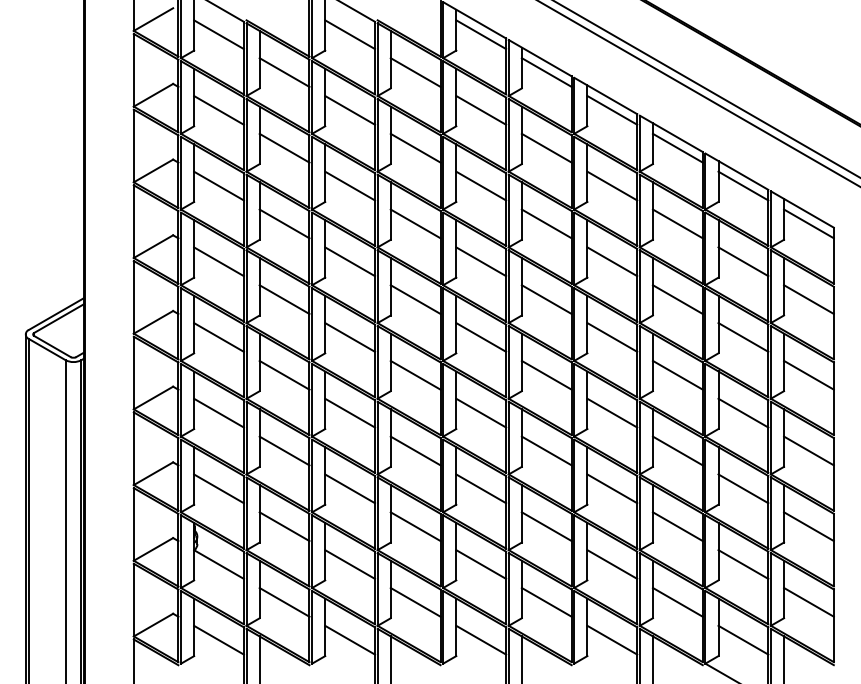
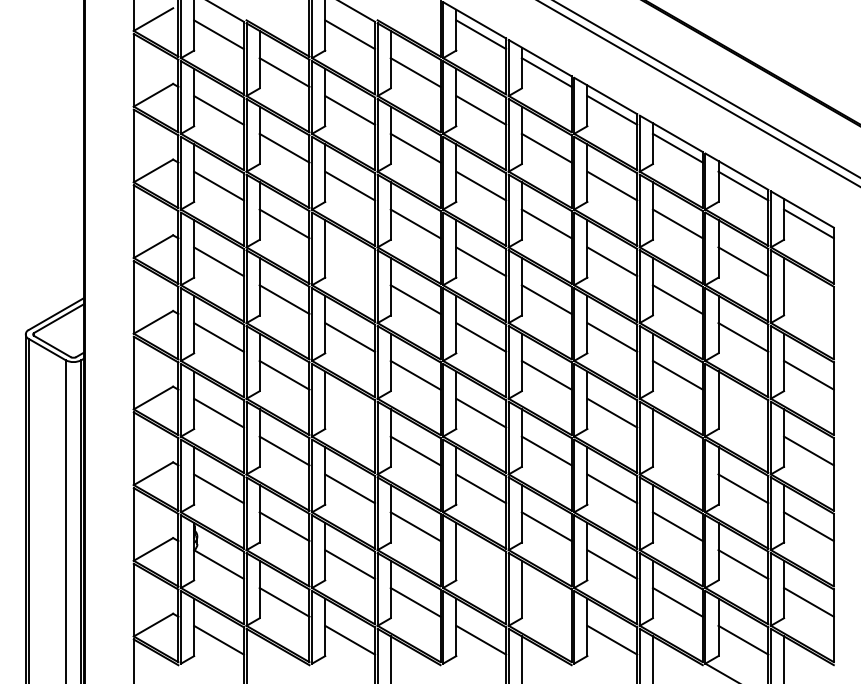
line at (350, 261): present -> none
line at (808, 299): present -> none
line at (350, 412): present -> none
line at (743, 412): present -> none
line at (677, 450): present -> none
line at (481, 564): present -> none
line at (546, 601): present -> none
line at (259, 658): present -> none
